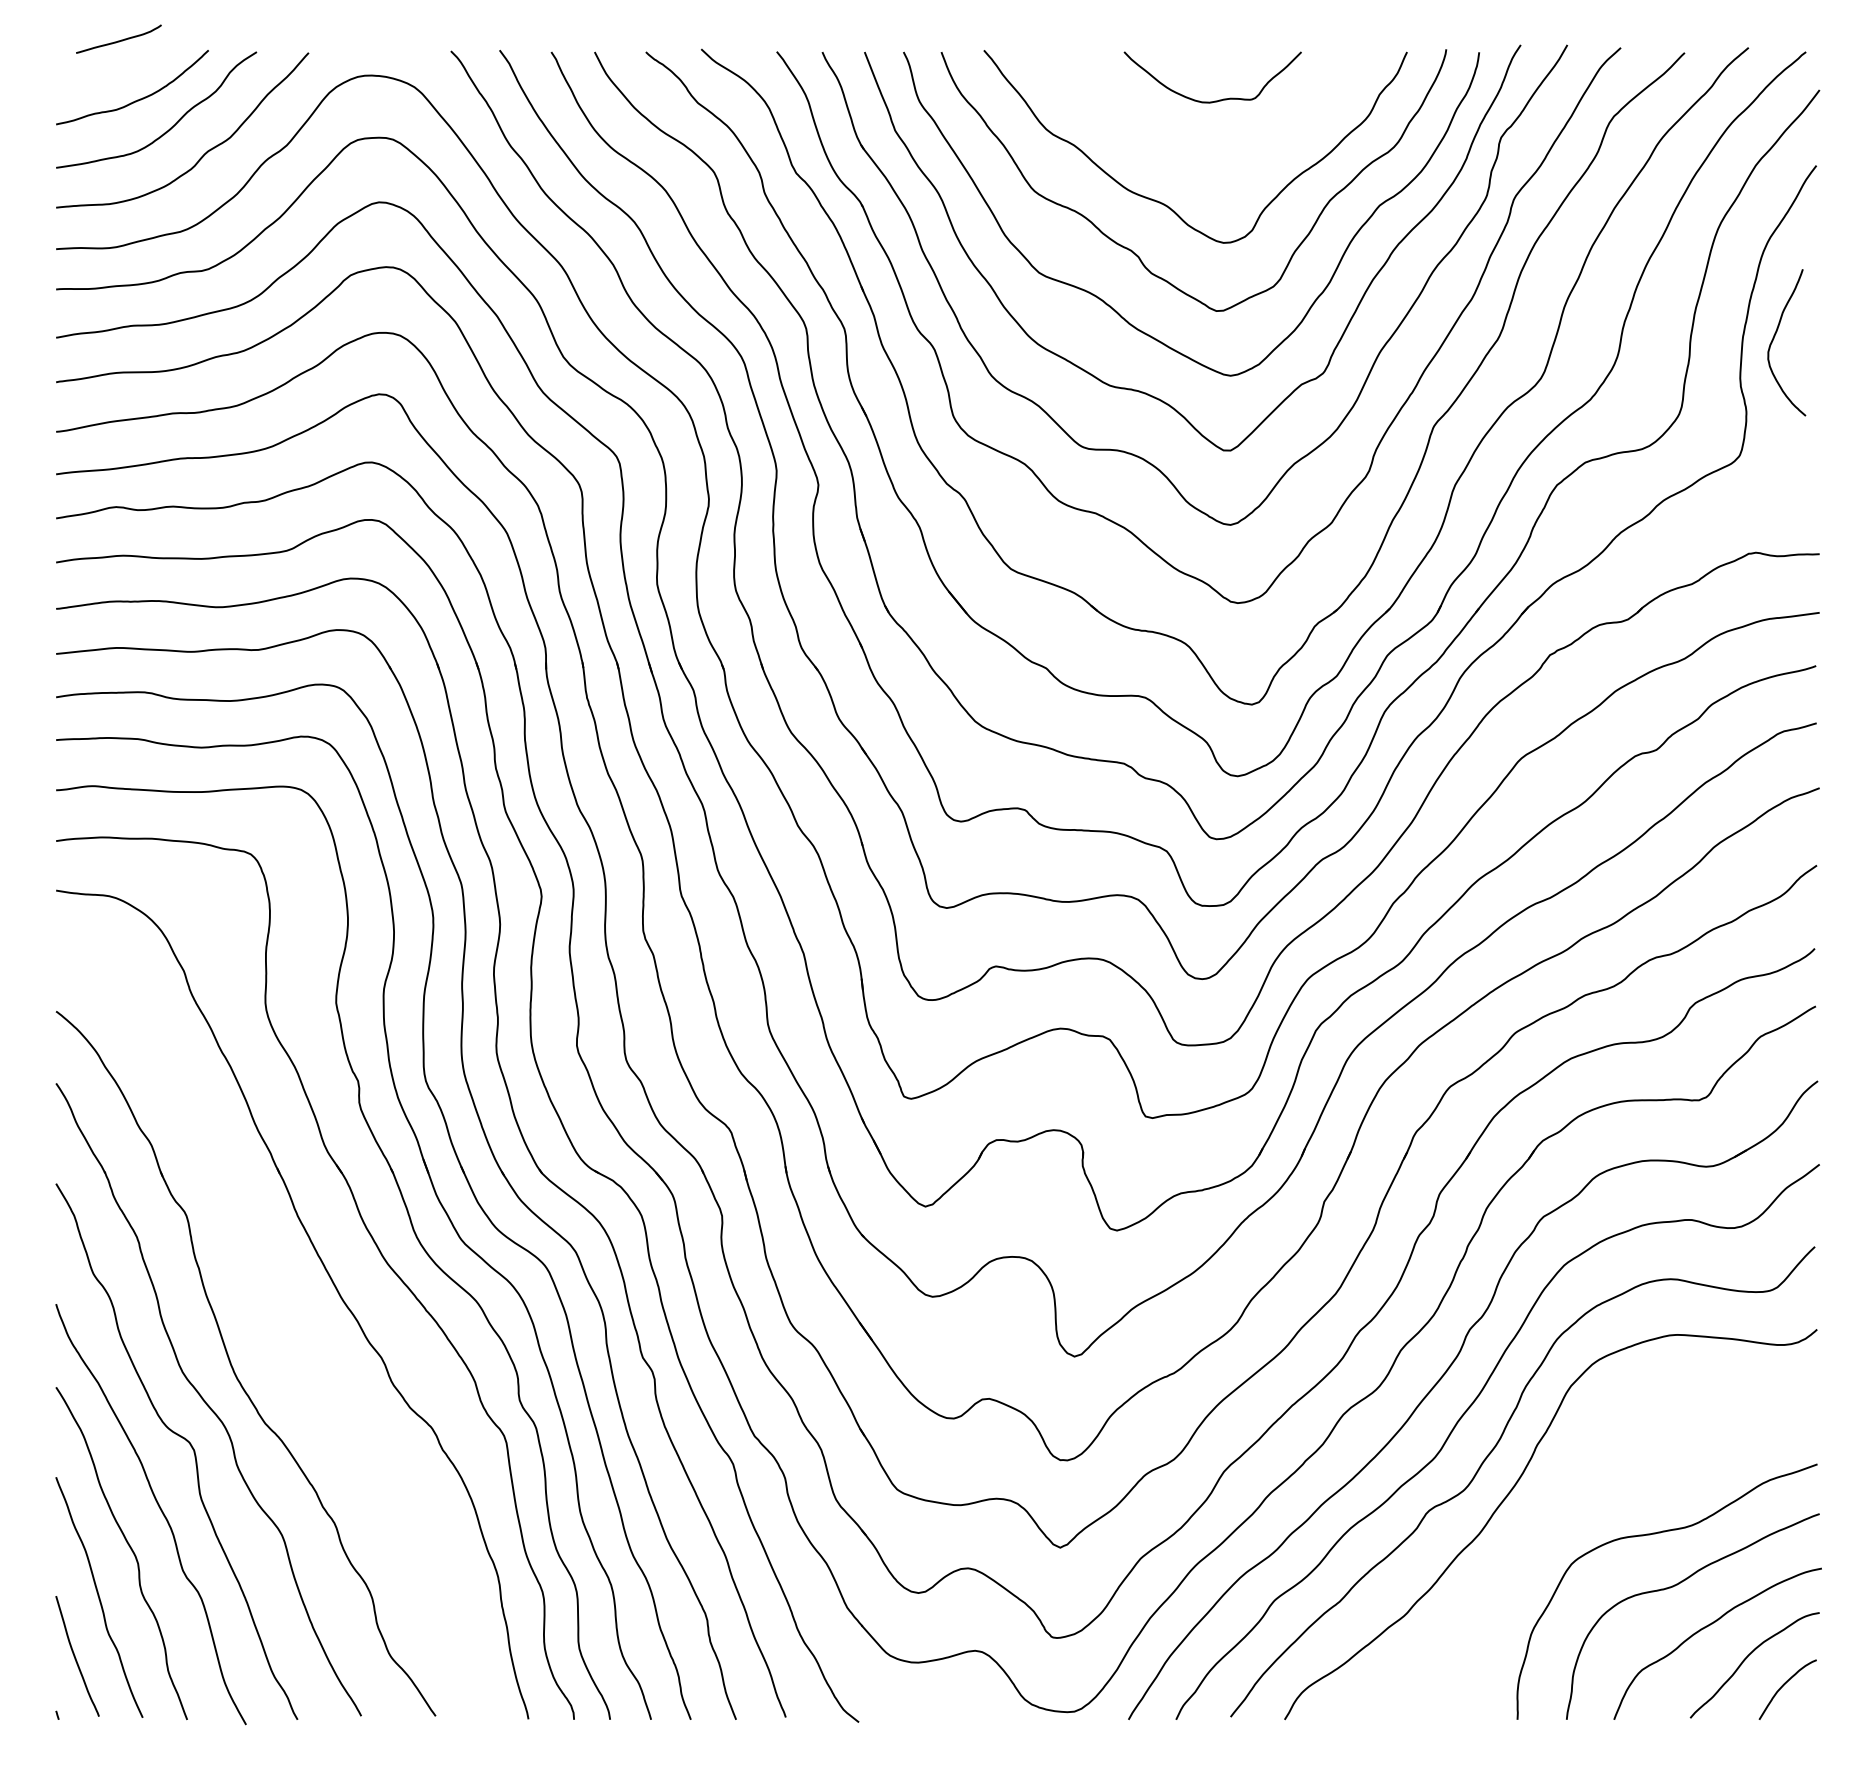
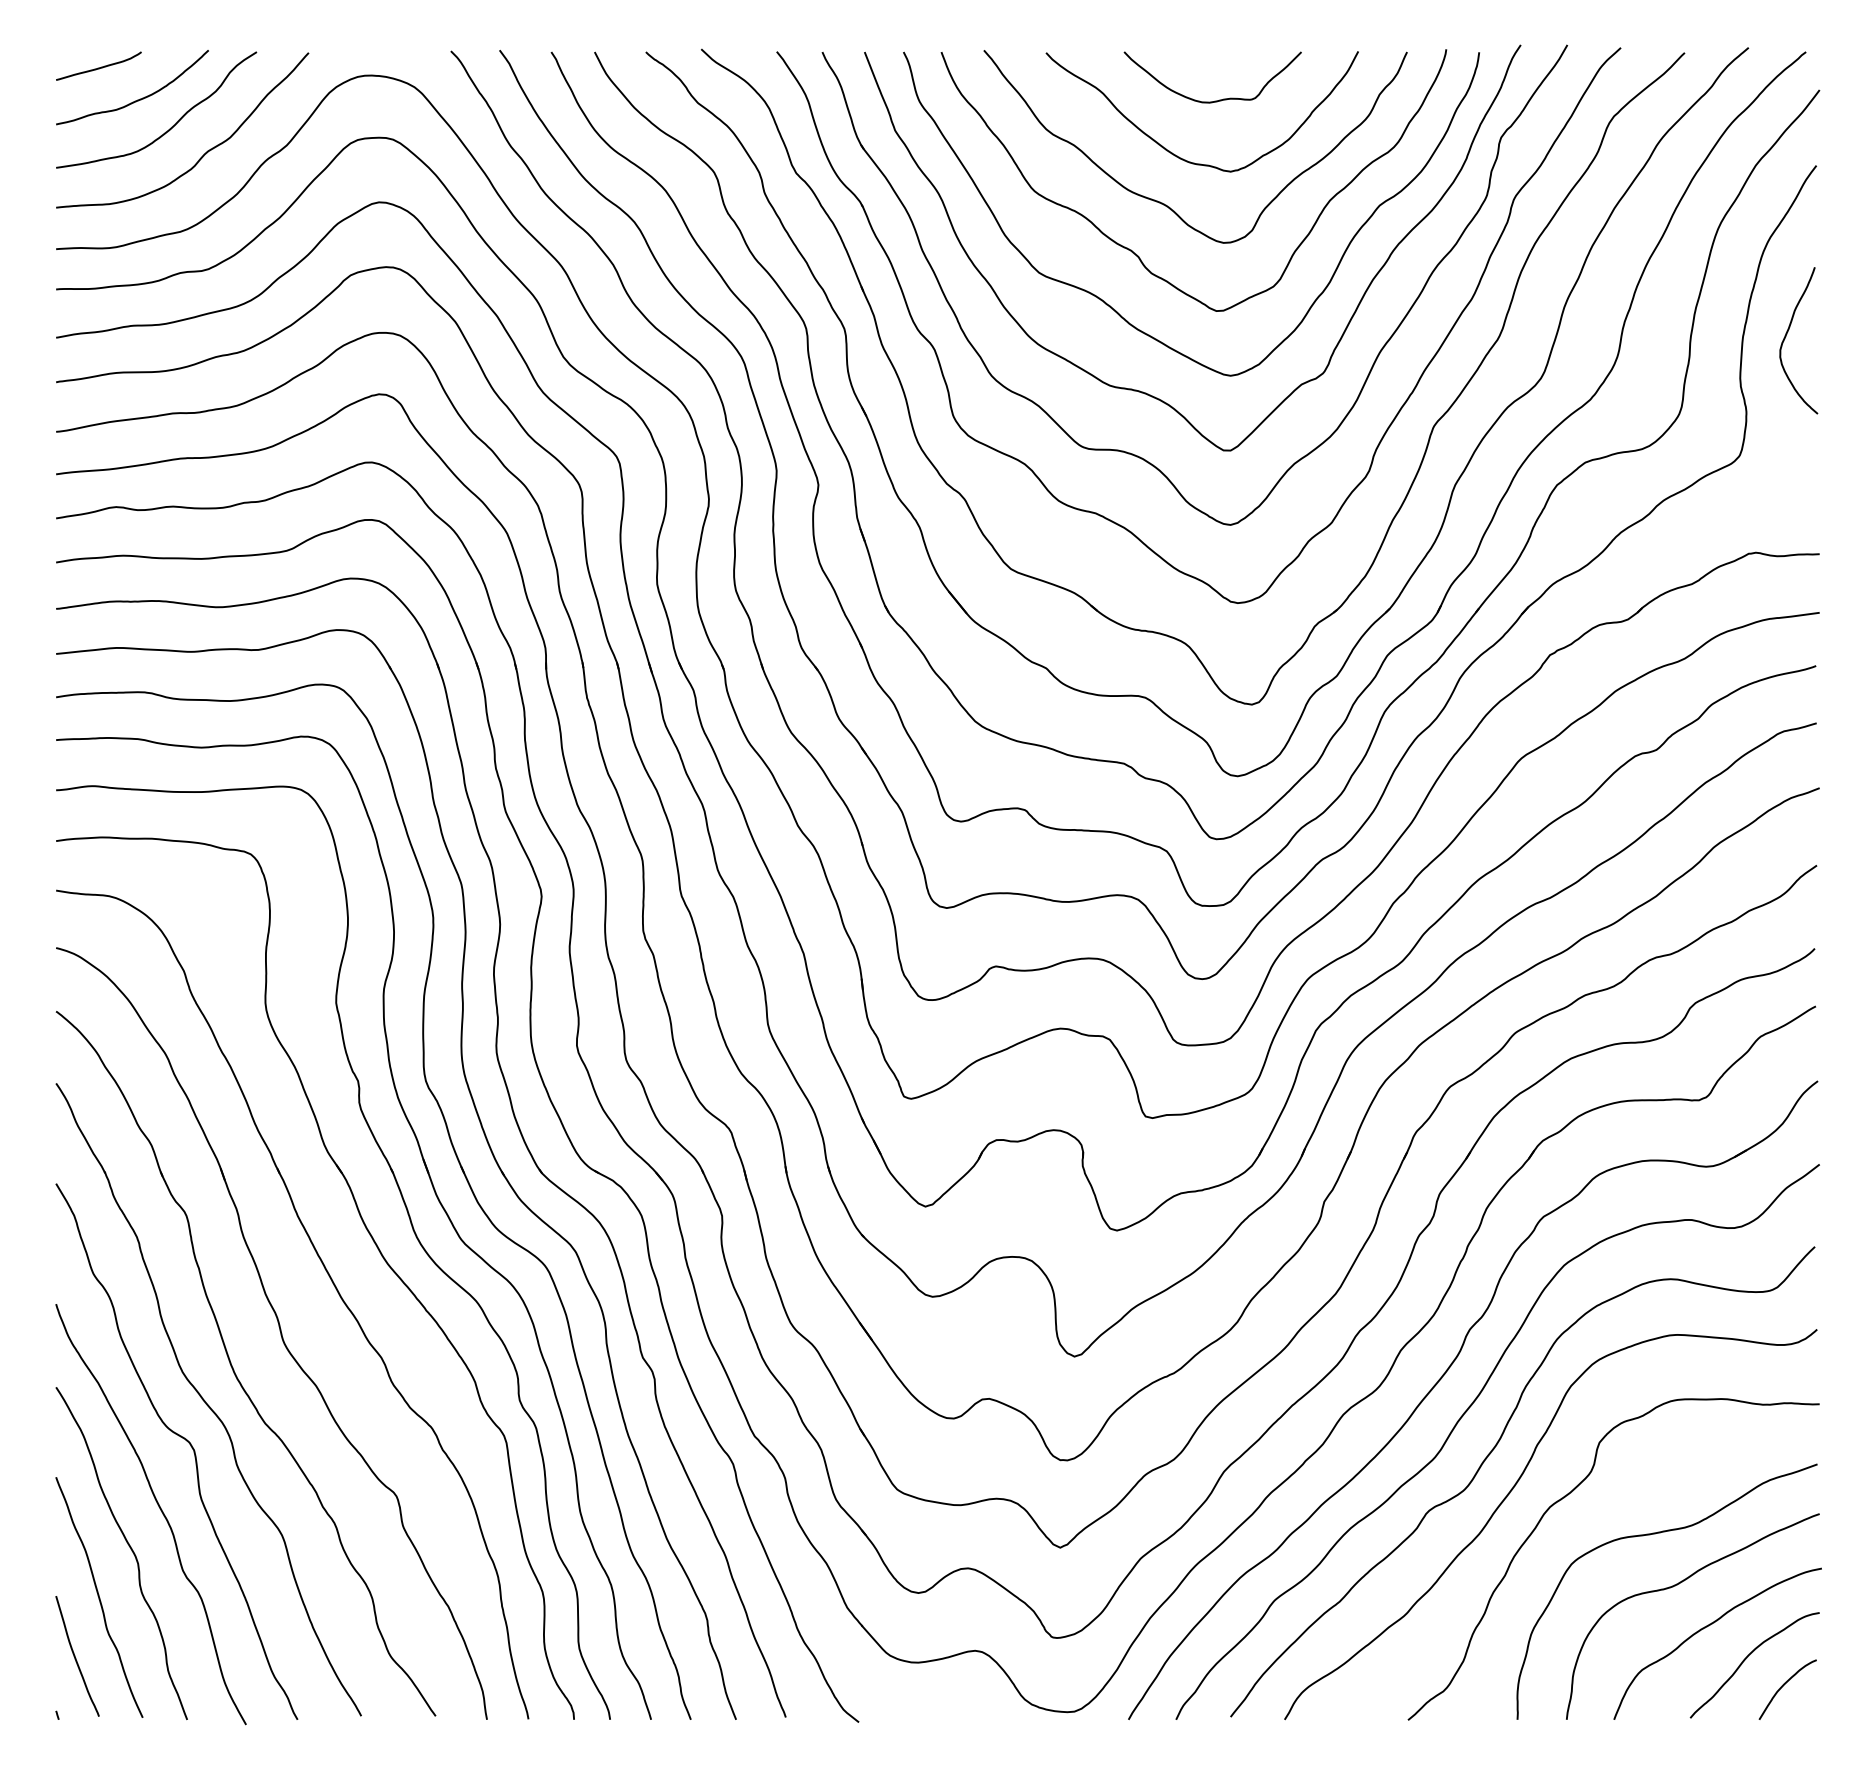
curve at (118, 40) position: (118, 40) -> (98, 67)
curve at (1179, 156): none -> present
curve at (1775, 336) position: (1775, 336) -> (1787, 334)
part at (279, 1331): none -> present
curve at (1568, 1495): none -> present
